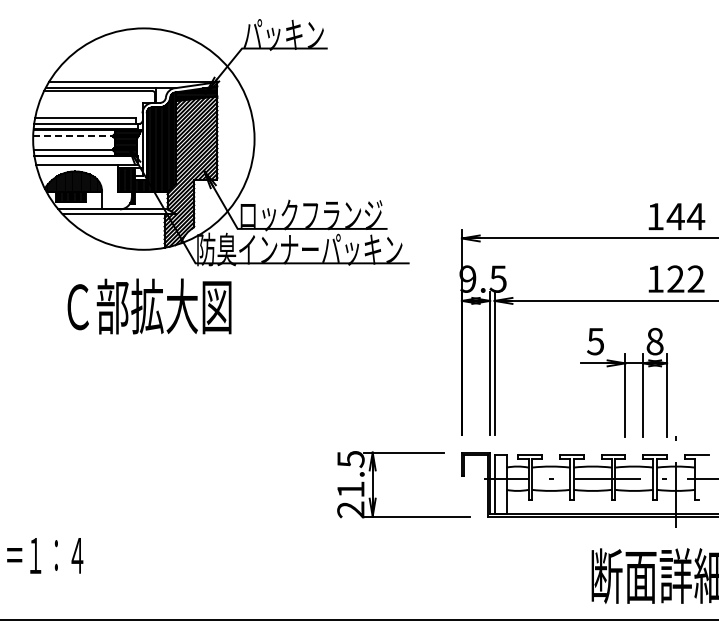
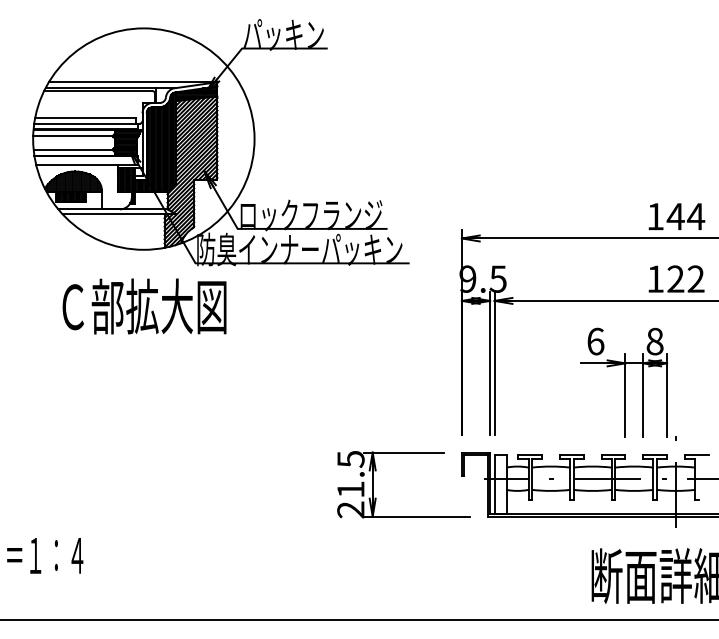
line at (72, 136): dashed -> solid
text at (149, 306) position: (149, 306) -> (144, 306)
text at (595, 341): 5 -> 6
